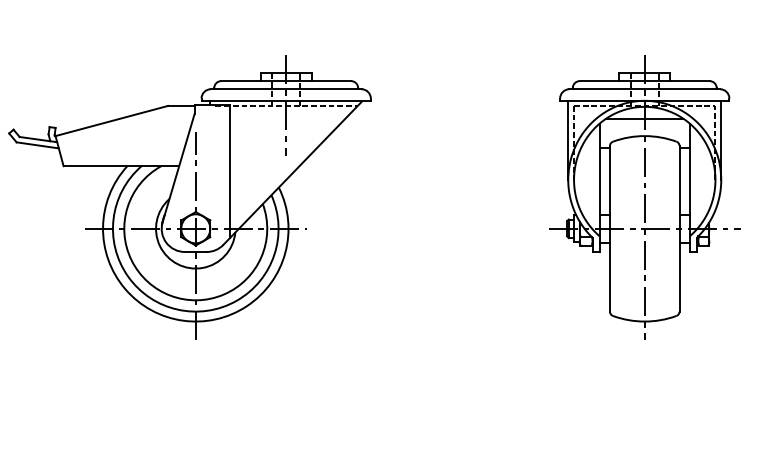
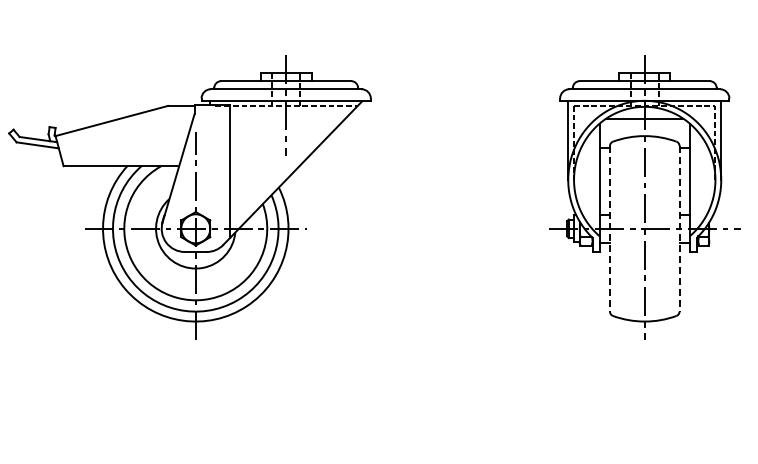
line at (609, 228): solid -> dashed
line at (679, 228): solid -> dashed
